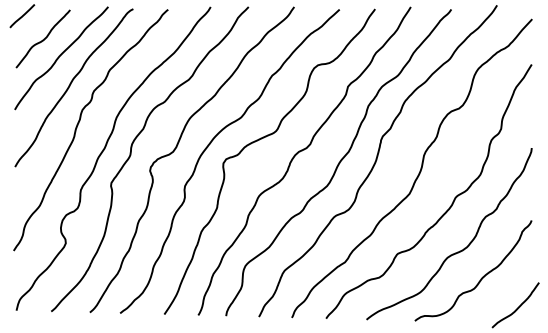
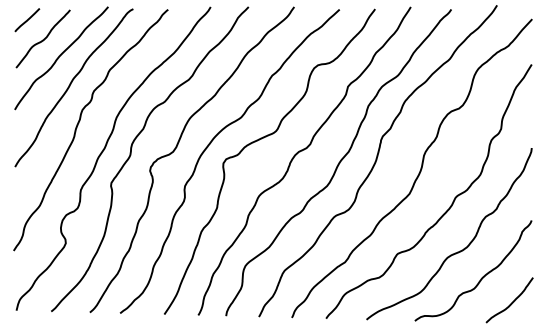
line at (22, 16) position: (22, 16) -> (27, 20)
curve at (517, 307) position: (517, 307) -> (511, 302)
